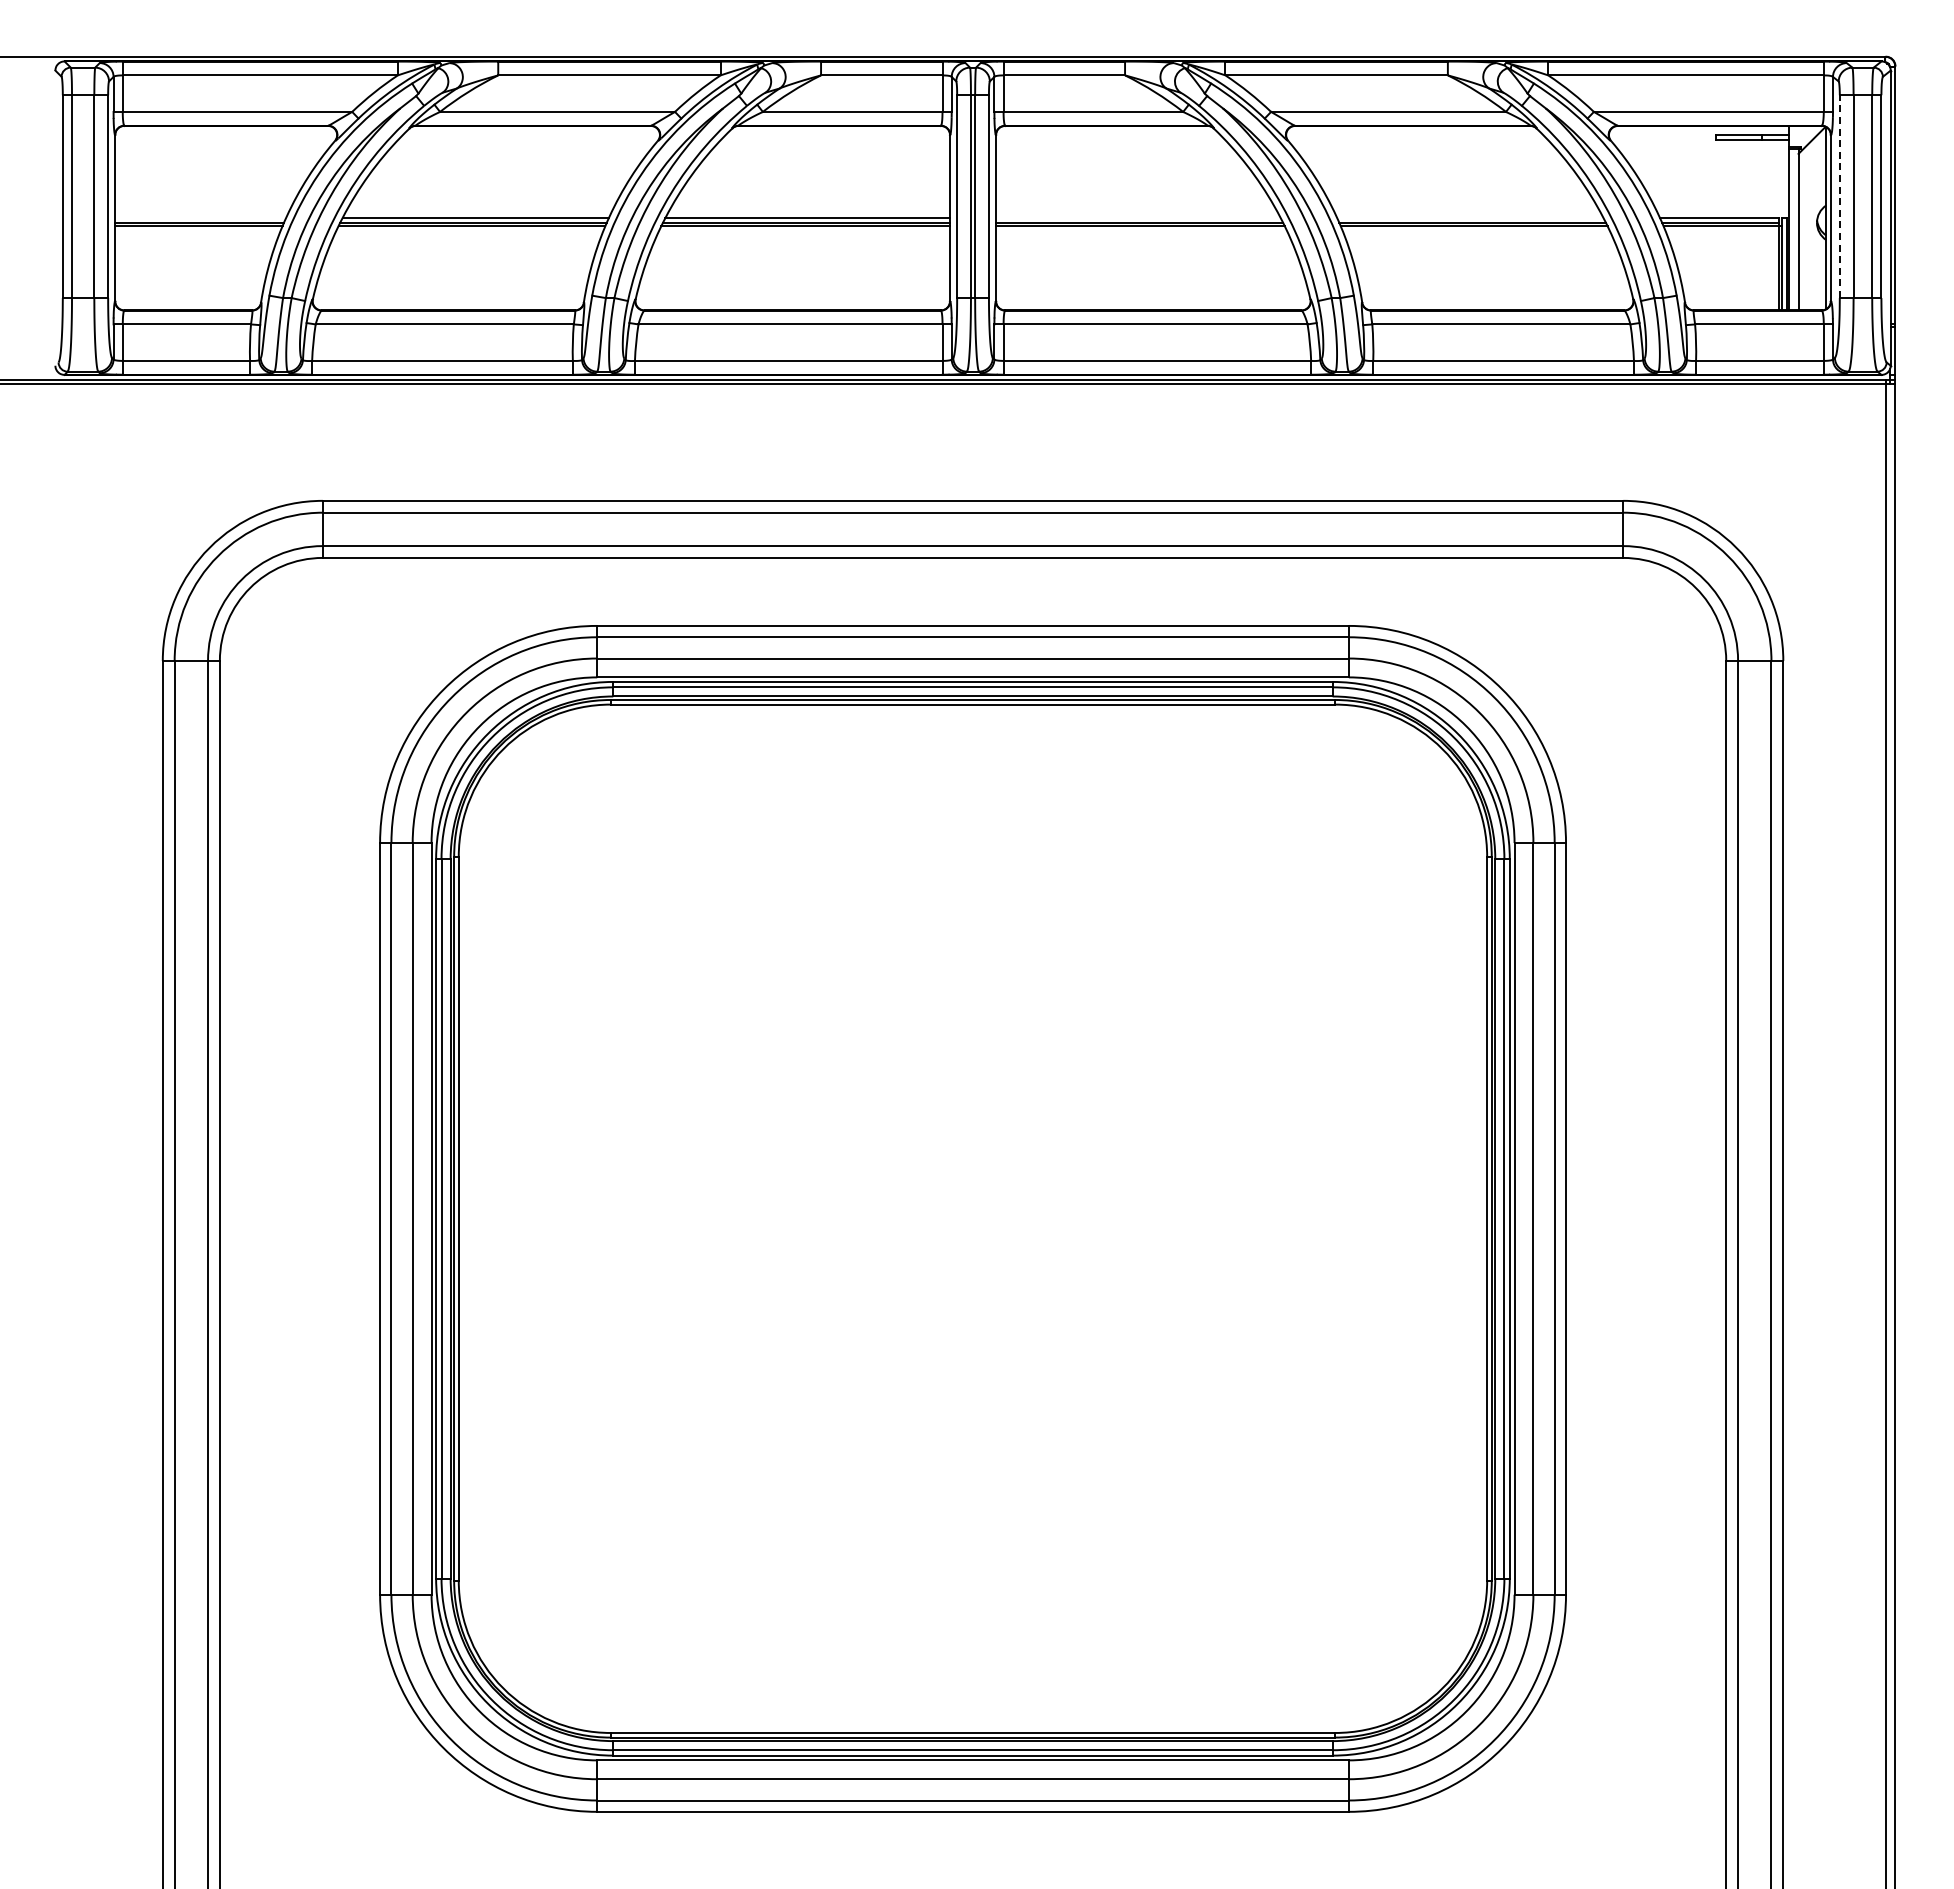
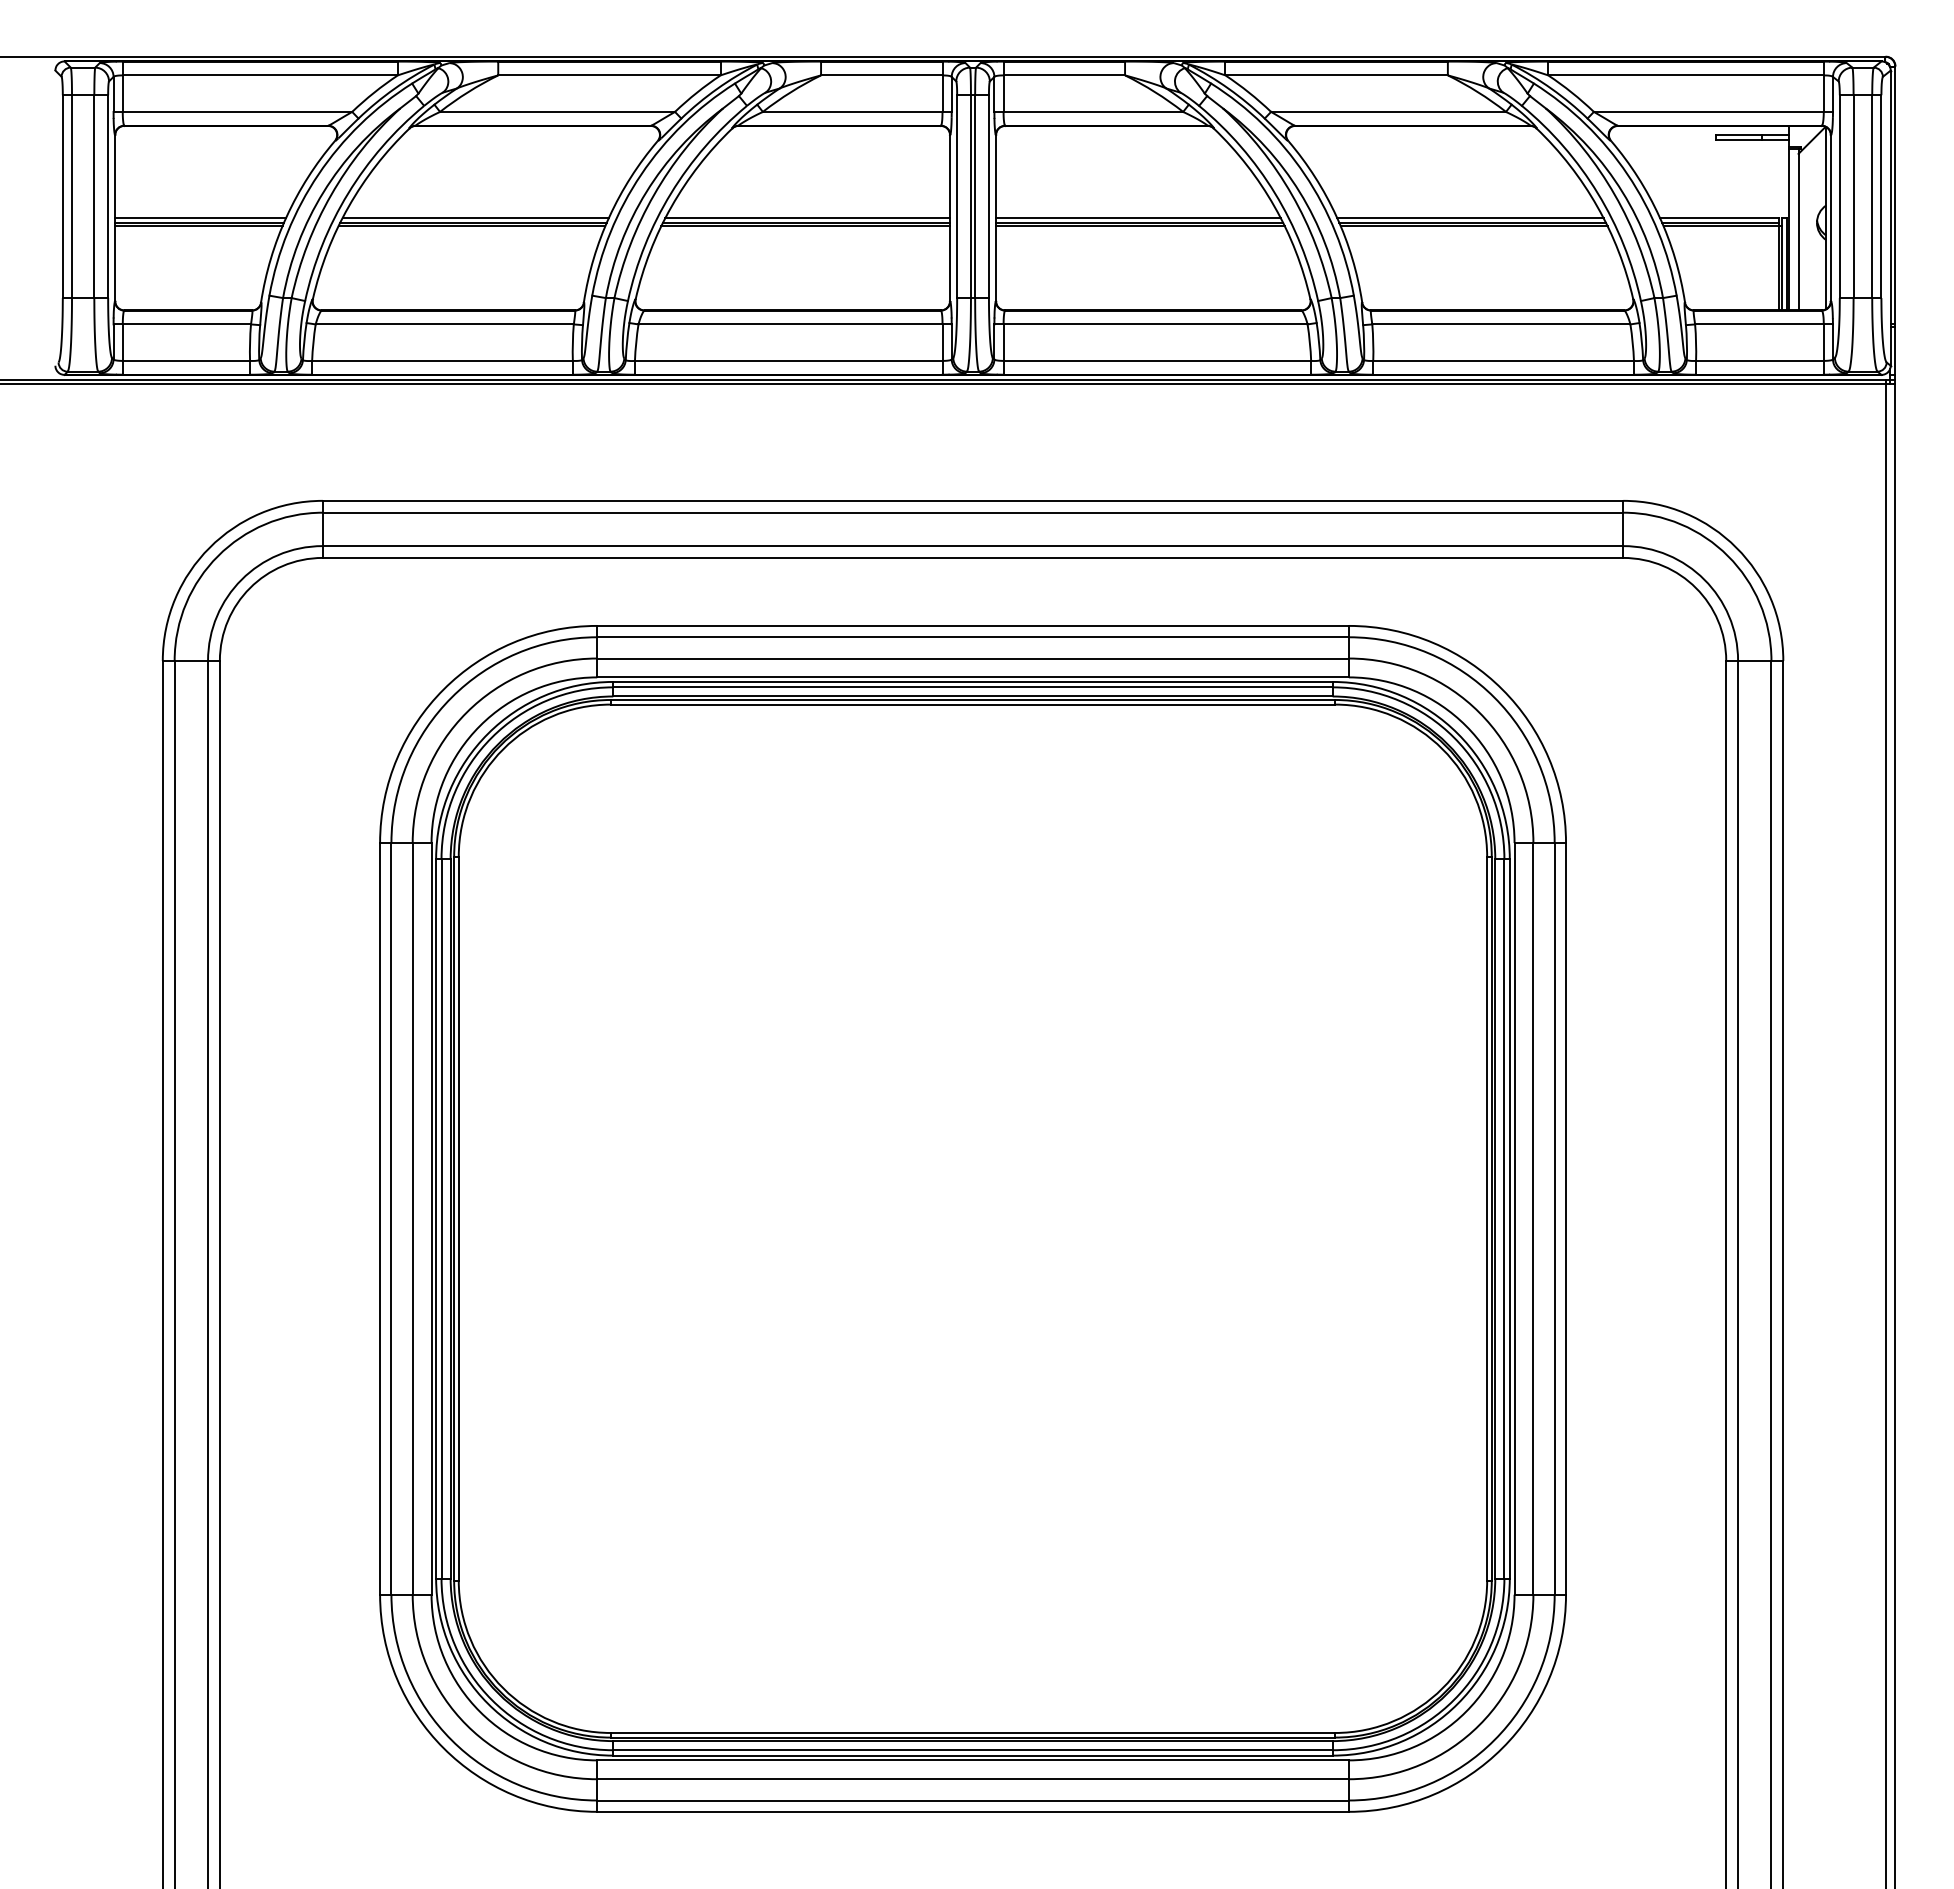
line at (1839, 196): dashed -> solid
line at (200, 218): none -> present
line at (1138, 218): none -> present
line at (1470, 218): none -> present
